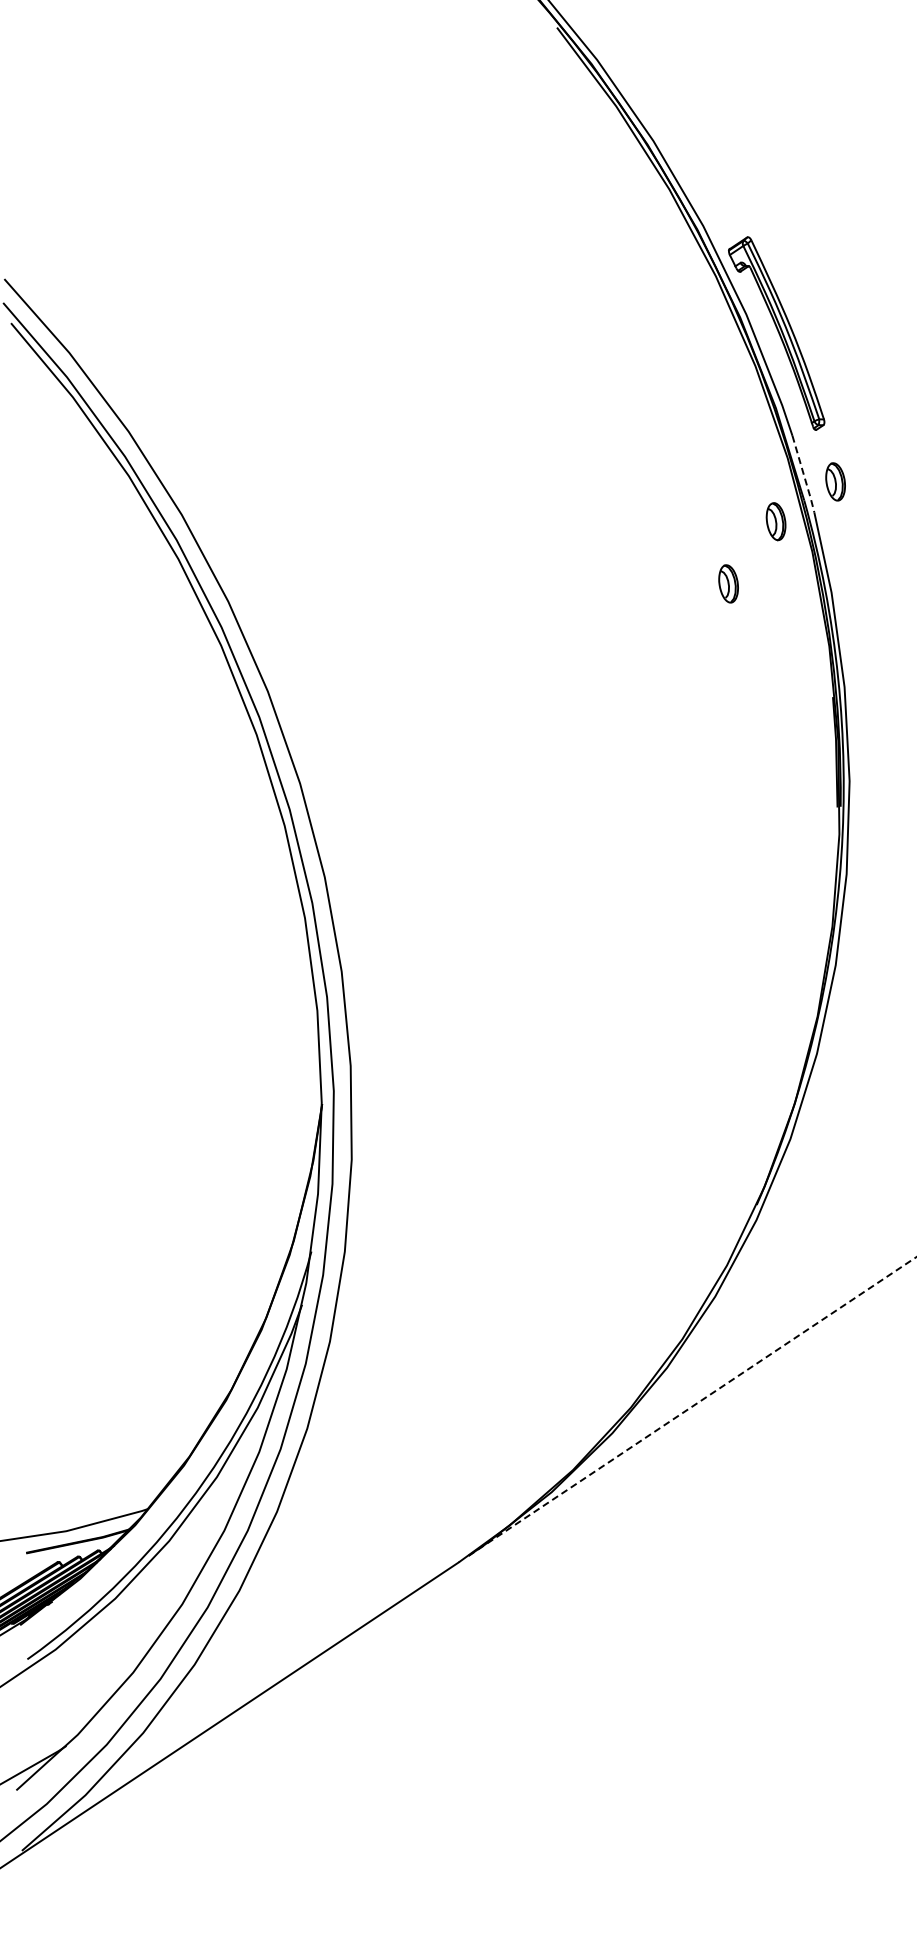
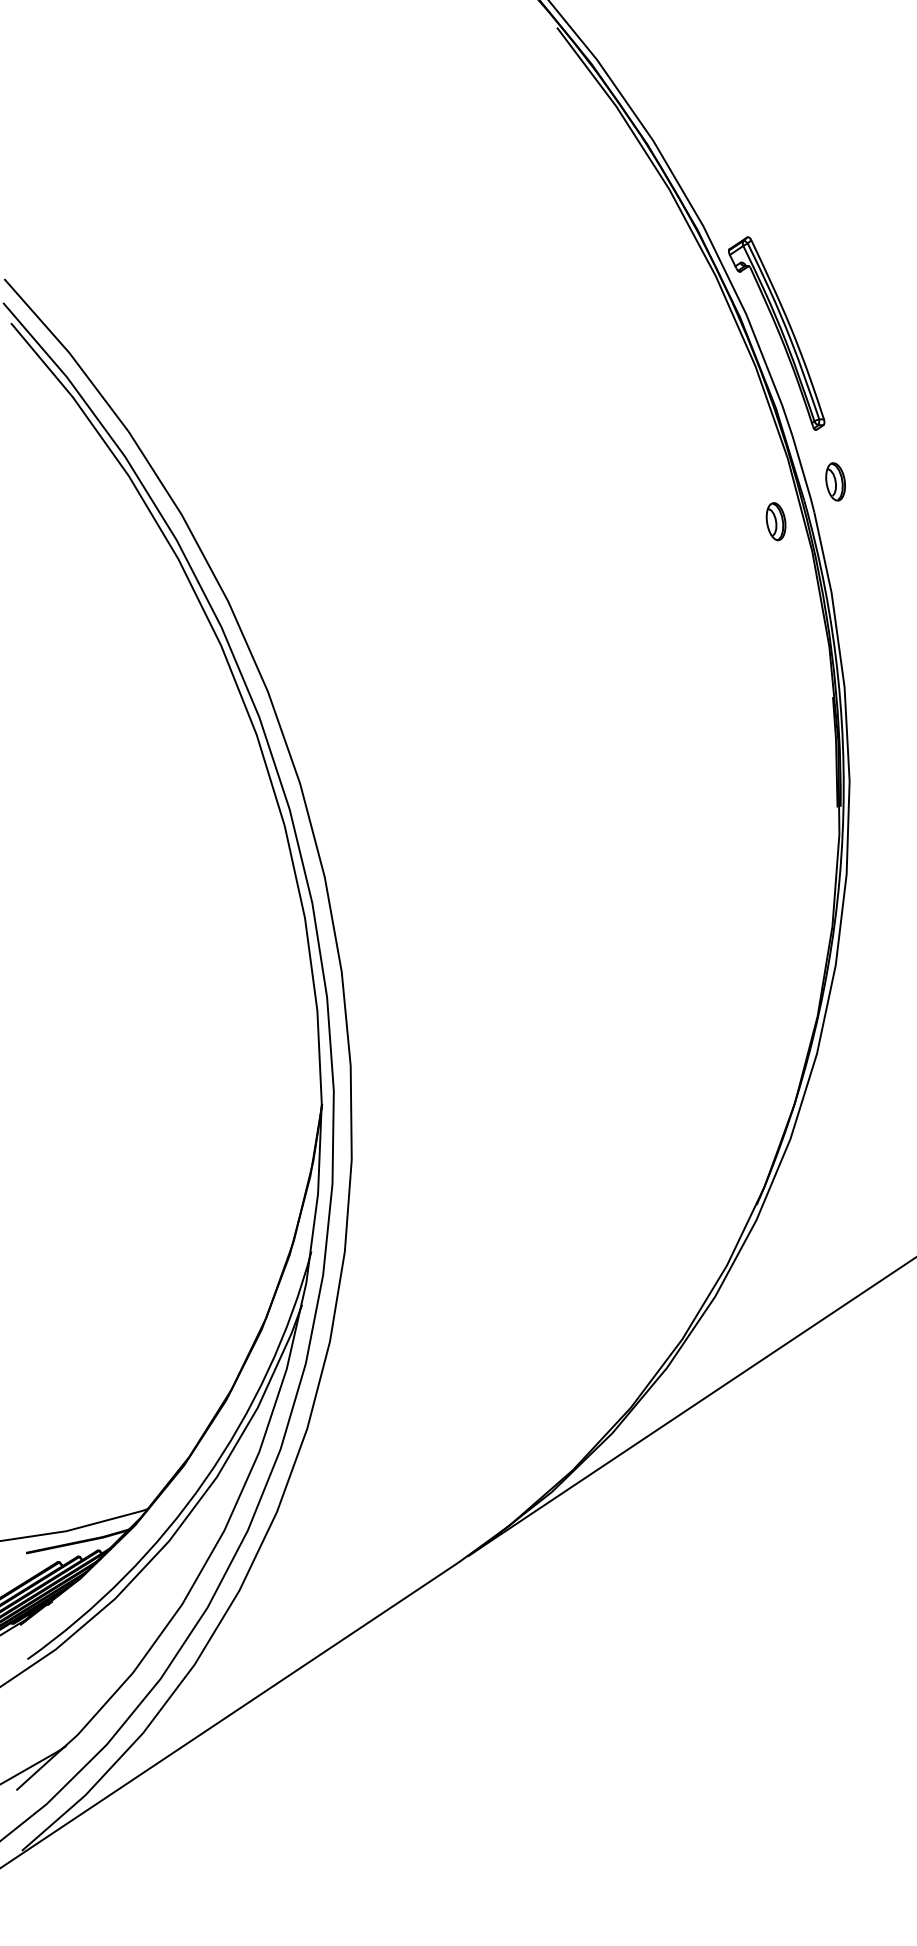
line at (803, 474): dashed -> solid
part at (728, 583): present -> none
line at (693, 1406): dashed -> solid
